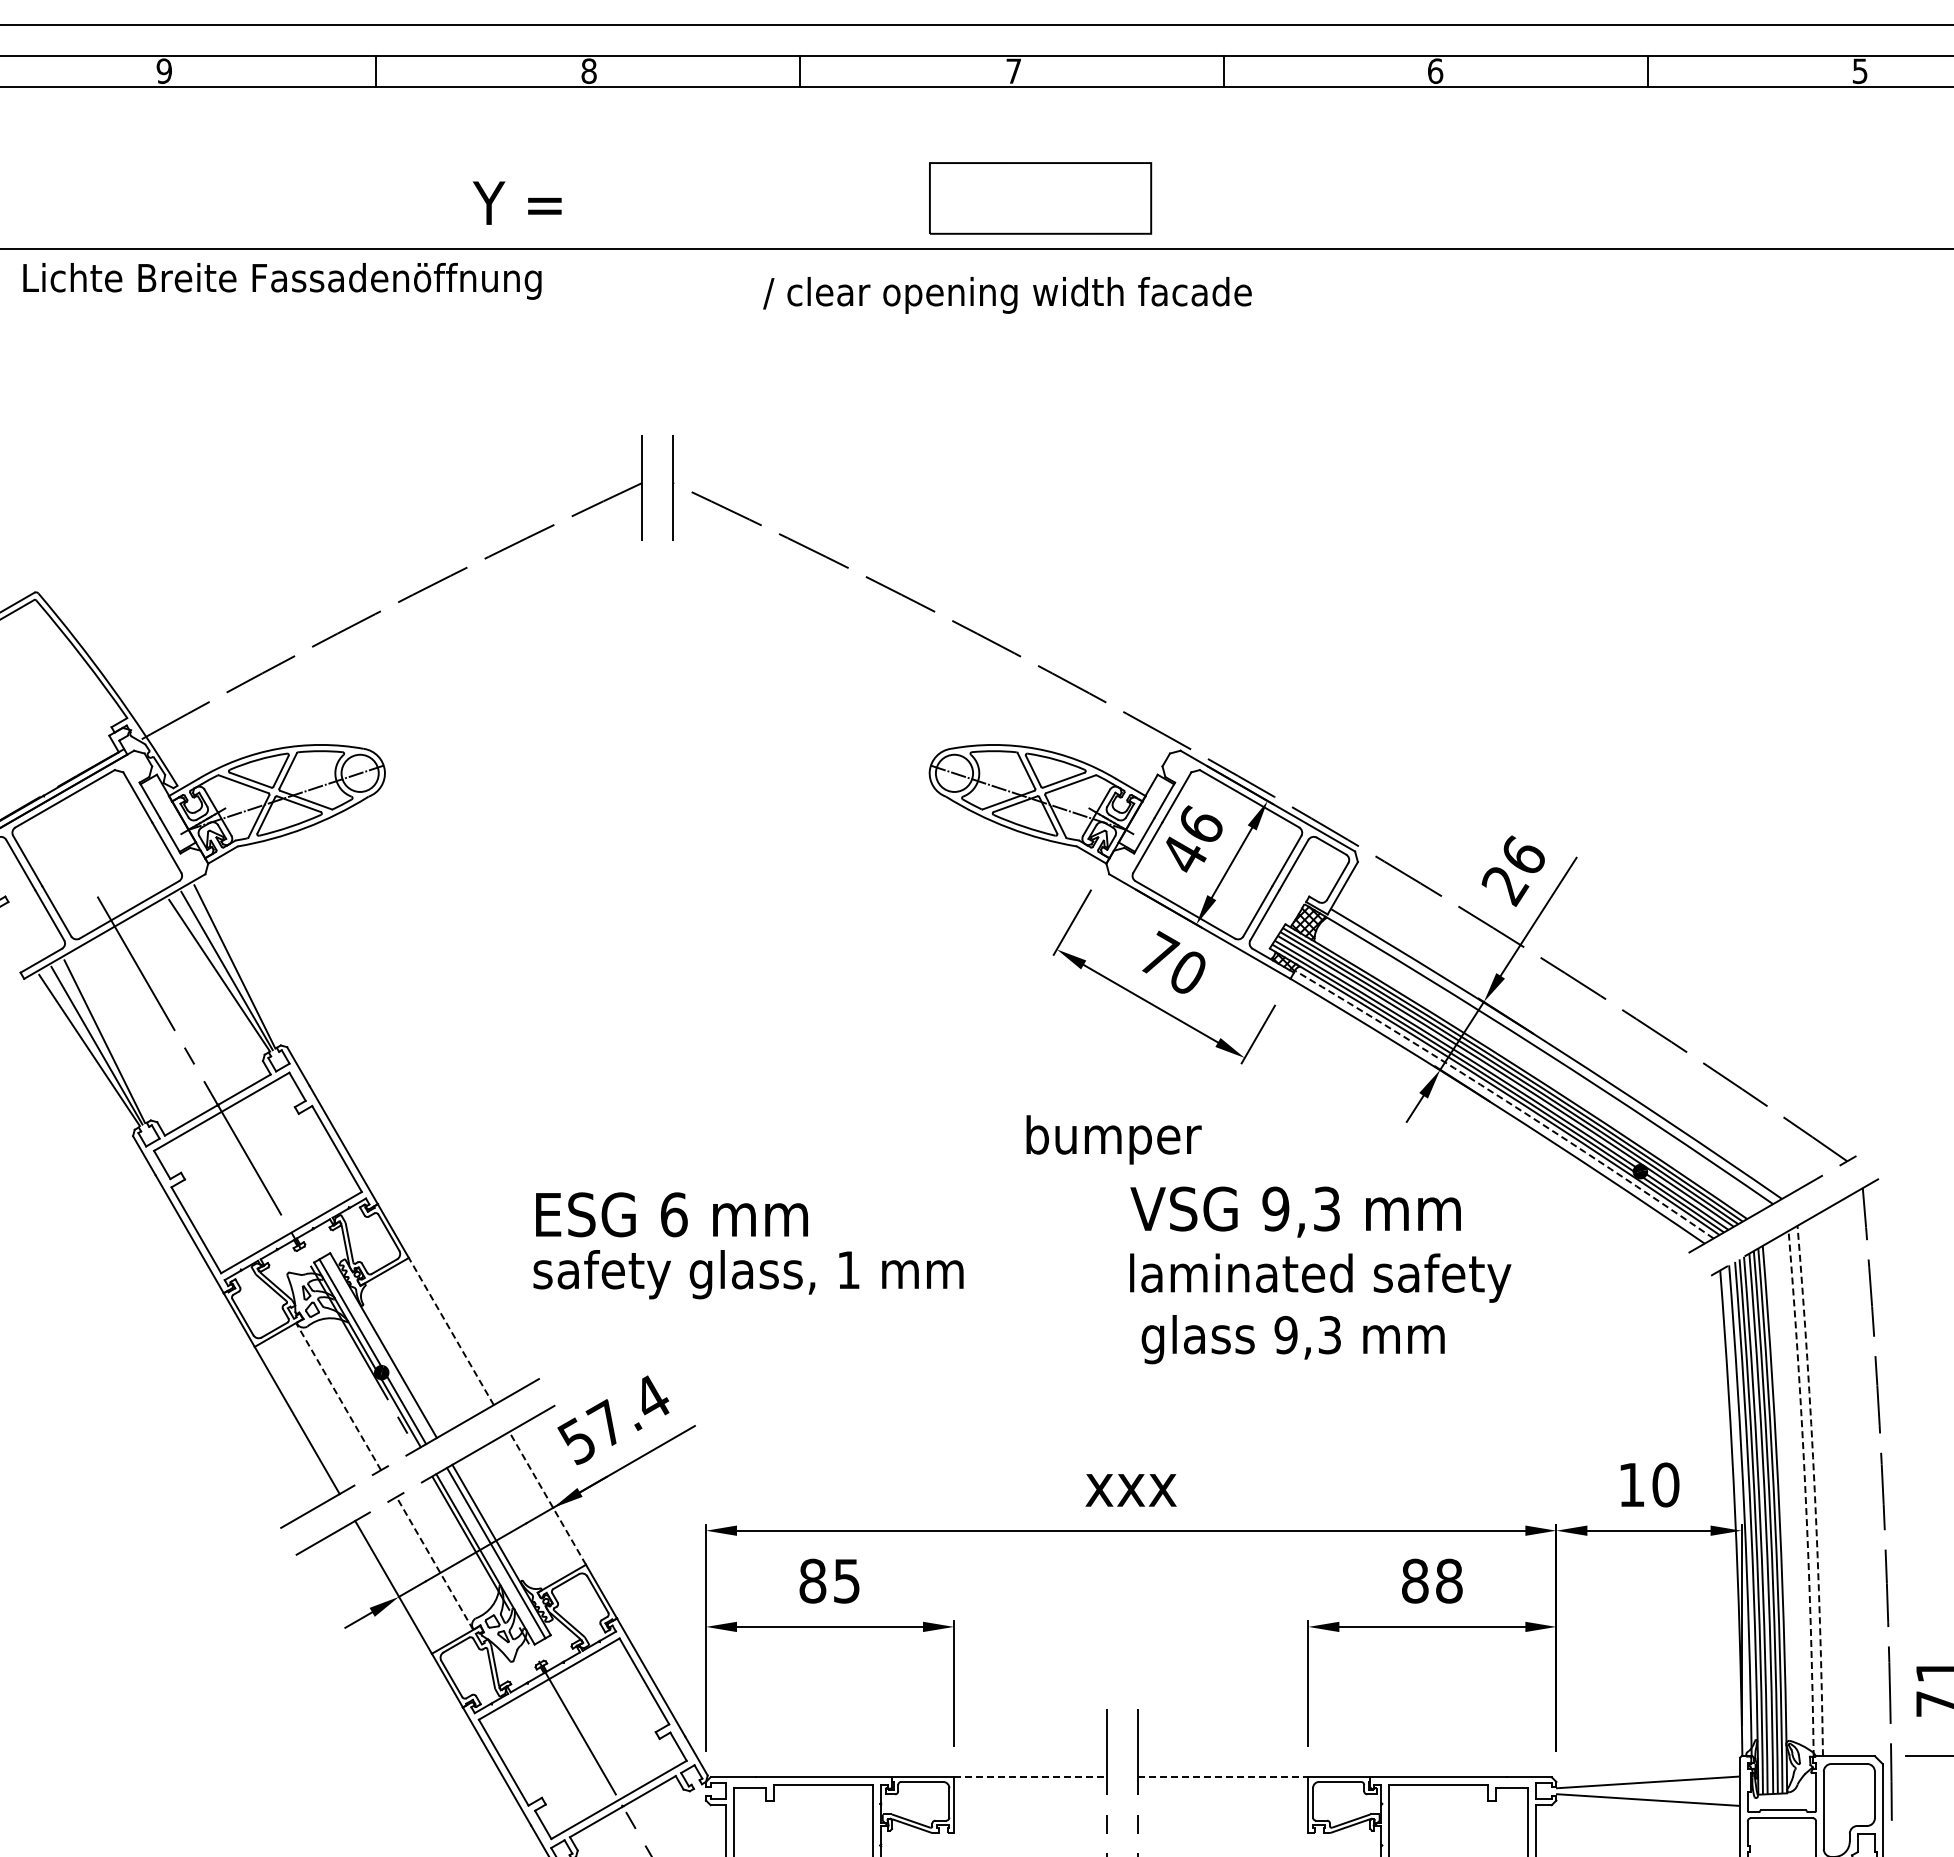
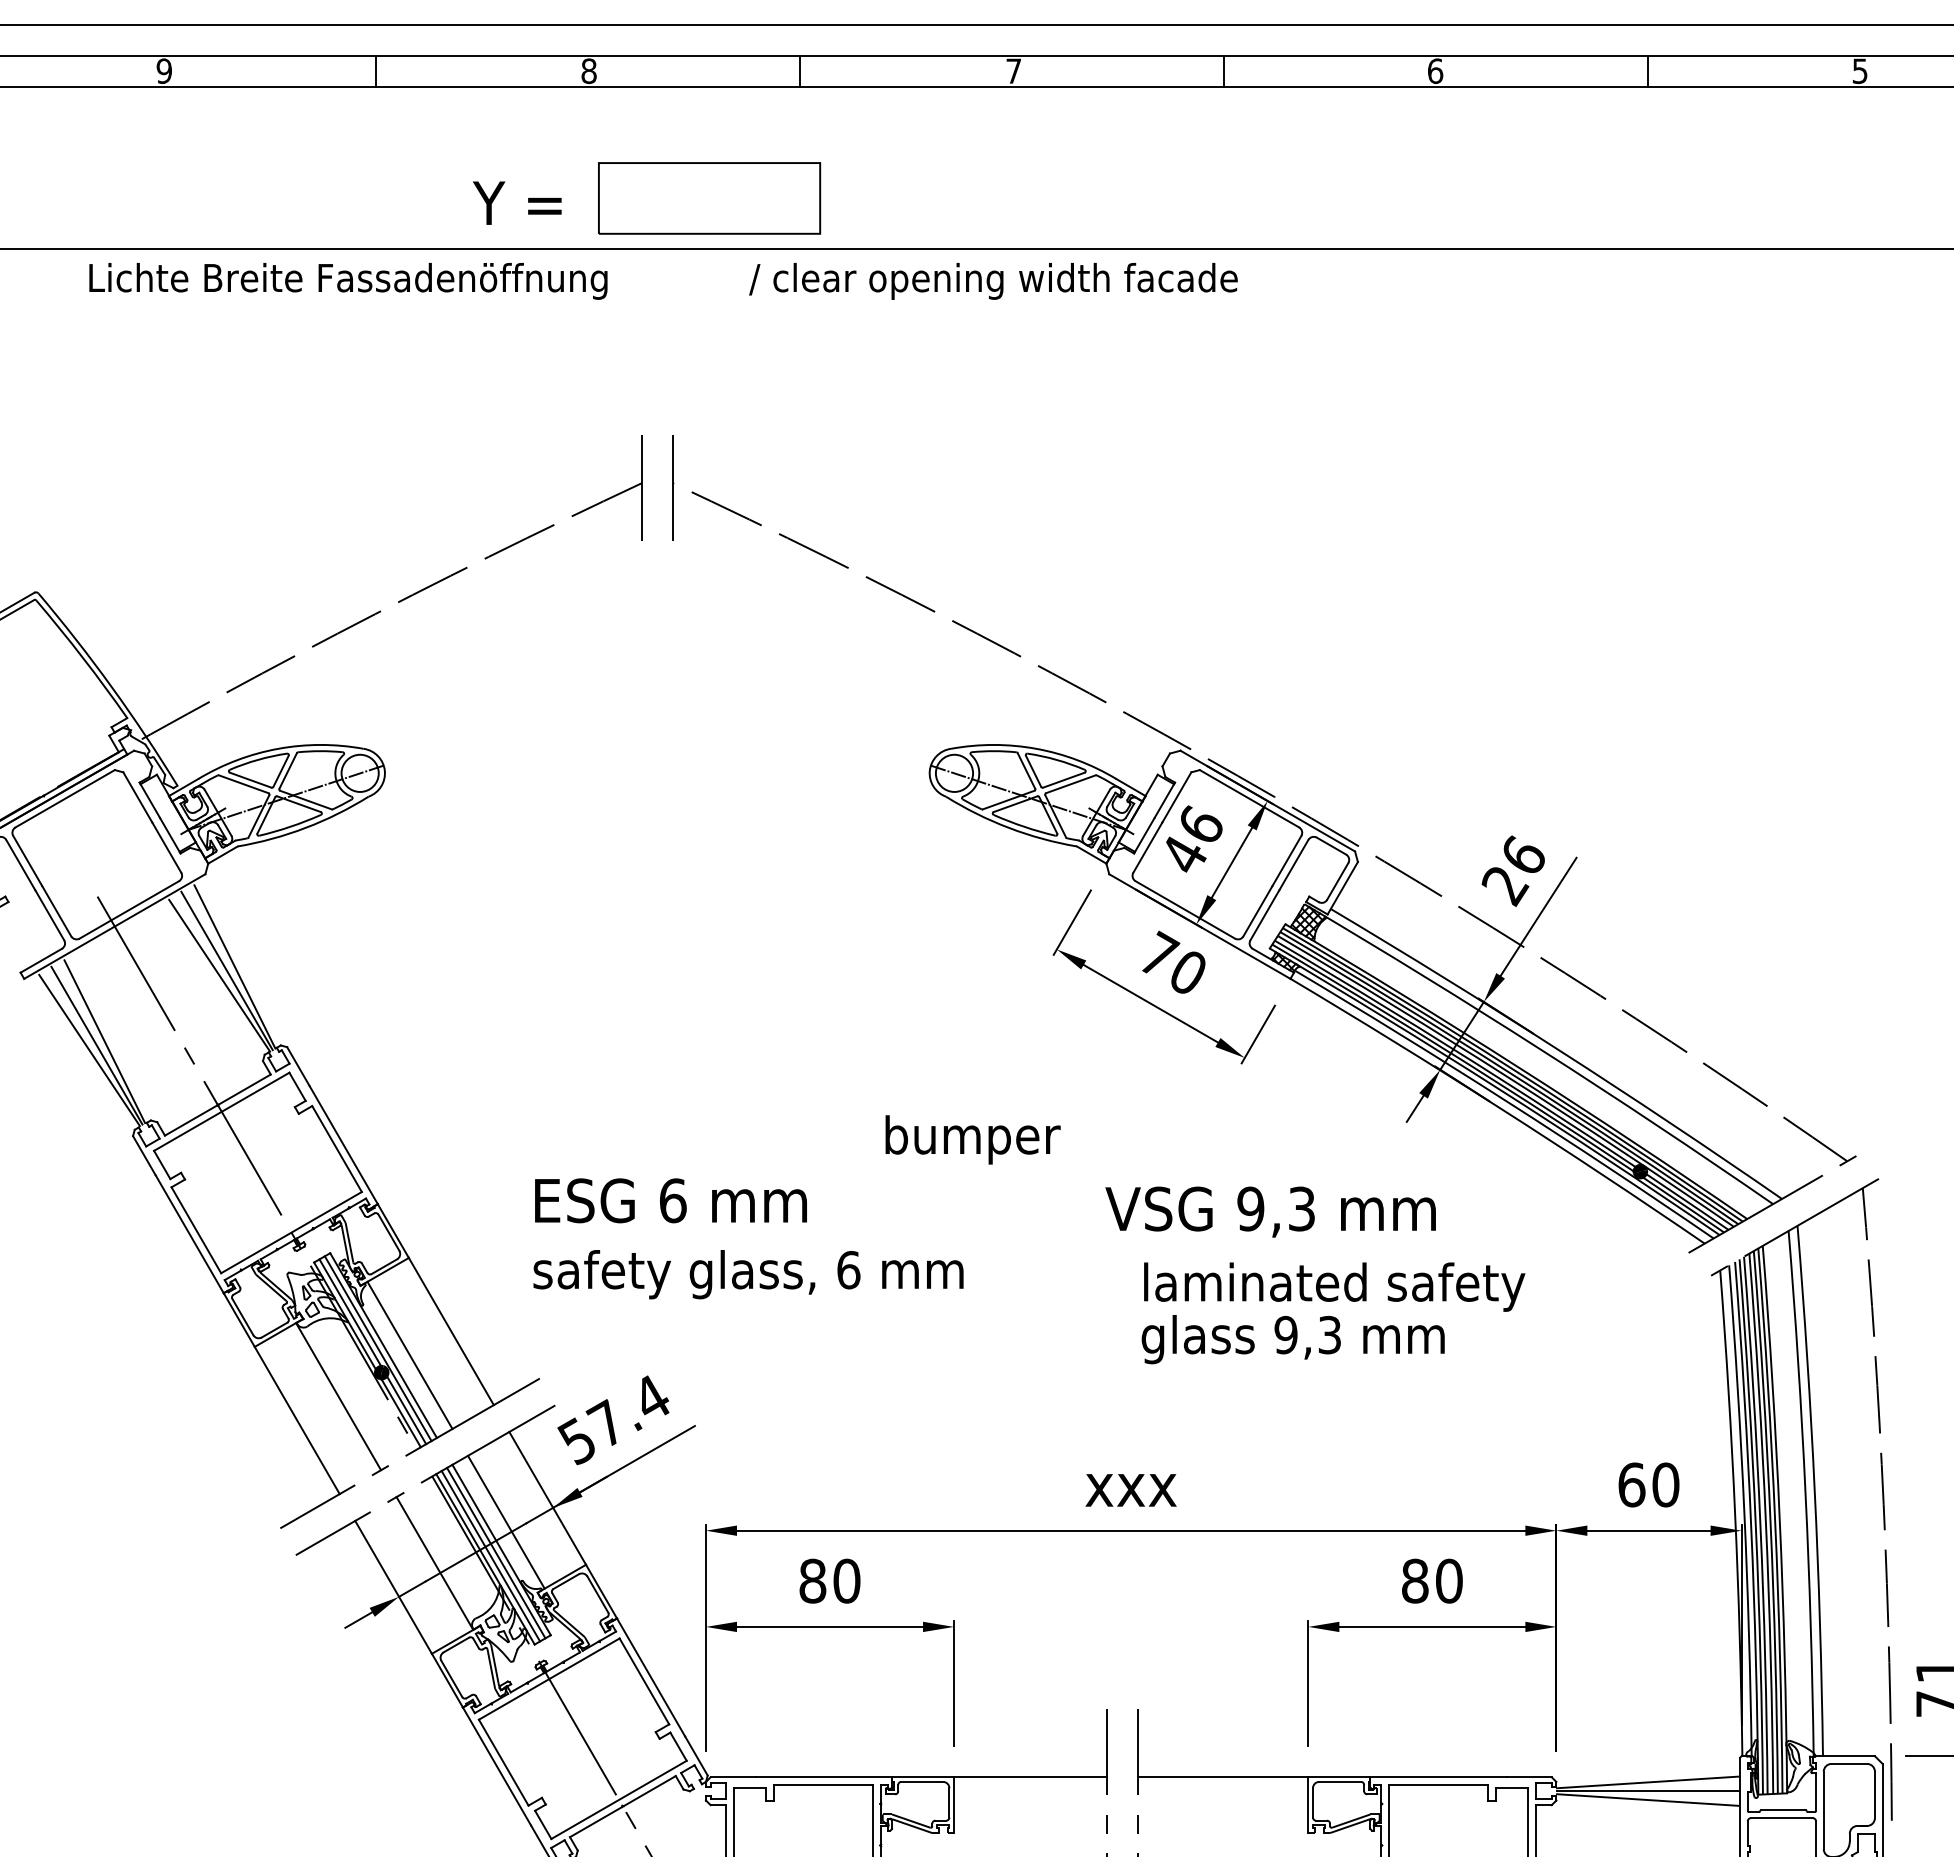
part at (1040, 198) position: (1040, 198) -> (709, 198)
text at (282, 281) position: (282, 281) -> (348, 281)
text at (1007, 295) position: (1007, 295) -> (993, 281)
arc at (1506, 1101): dashed -> solid
text at (1113, 1139) position: (1113, 1139) -> (972, 1139)
text at (1295, 1211) position: (1295, 1211) -> (1270, 1211)
text at (671, 1214) position: (671, 1214) -> (670, 1200)
text at (848, 1270): 1 -> 6
text at (1320, 1277) position: (1320, 1277) -> (1334, 1286)
line at (451, 1331): dashed -> solid
line at (377, 1348): none -> present
line at (409, 1354): none -> present
line at (338, 1396): dashed -> solid
text at (1631, 1484): 10 -> 60
arc at (1814, 1490): dashed -> solid
arc at (1805, 1493): dashed -> solid
line at (547, 1498): dashed -> solid
line at (505, 1521): none -> present
line at (490, 1556): none -> present
line at (434, 1563): dashed -> solid
text at (846, 1580): 85 -> 80
text at (1449, 1581): 88 -> 80
line at (1030, 1777): dashed -> solid
line at (1223, 1777): dashed -> solid
line at (1648, 1791): none -> present
